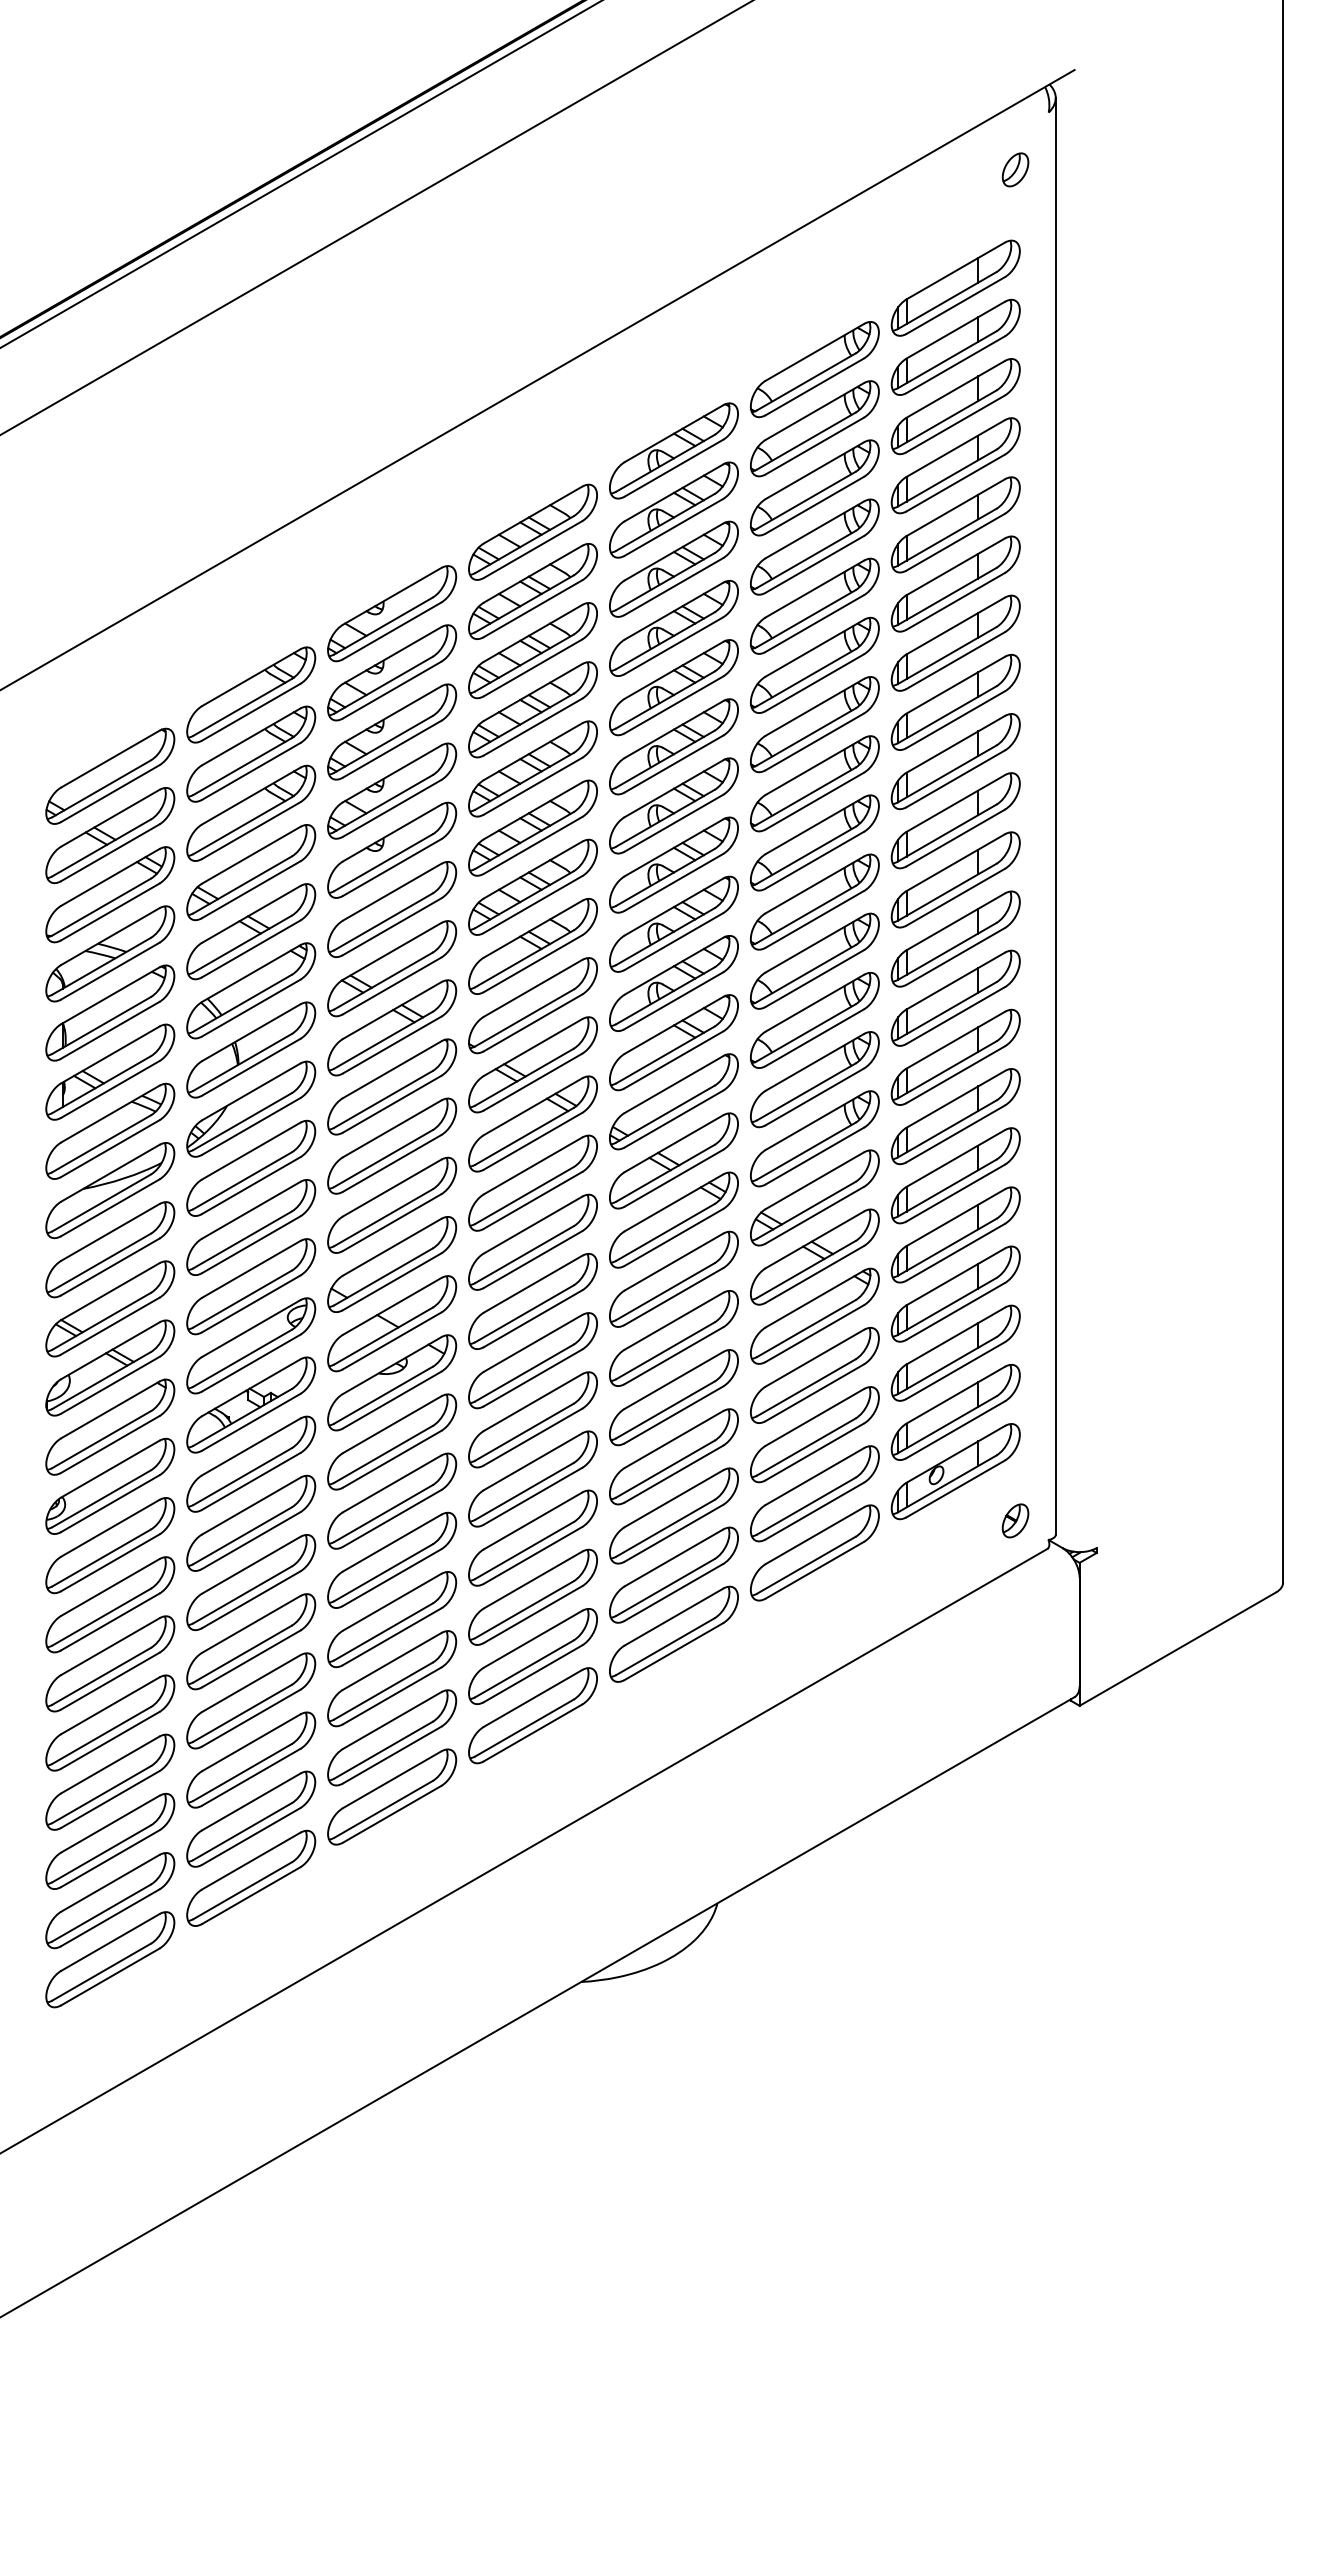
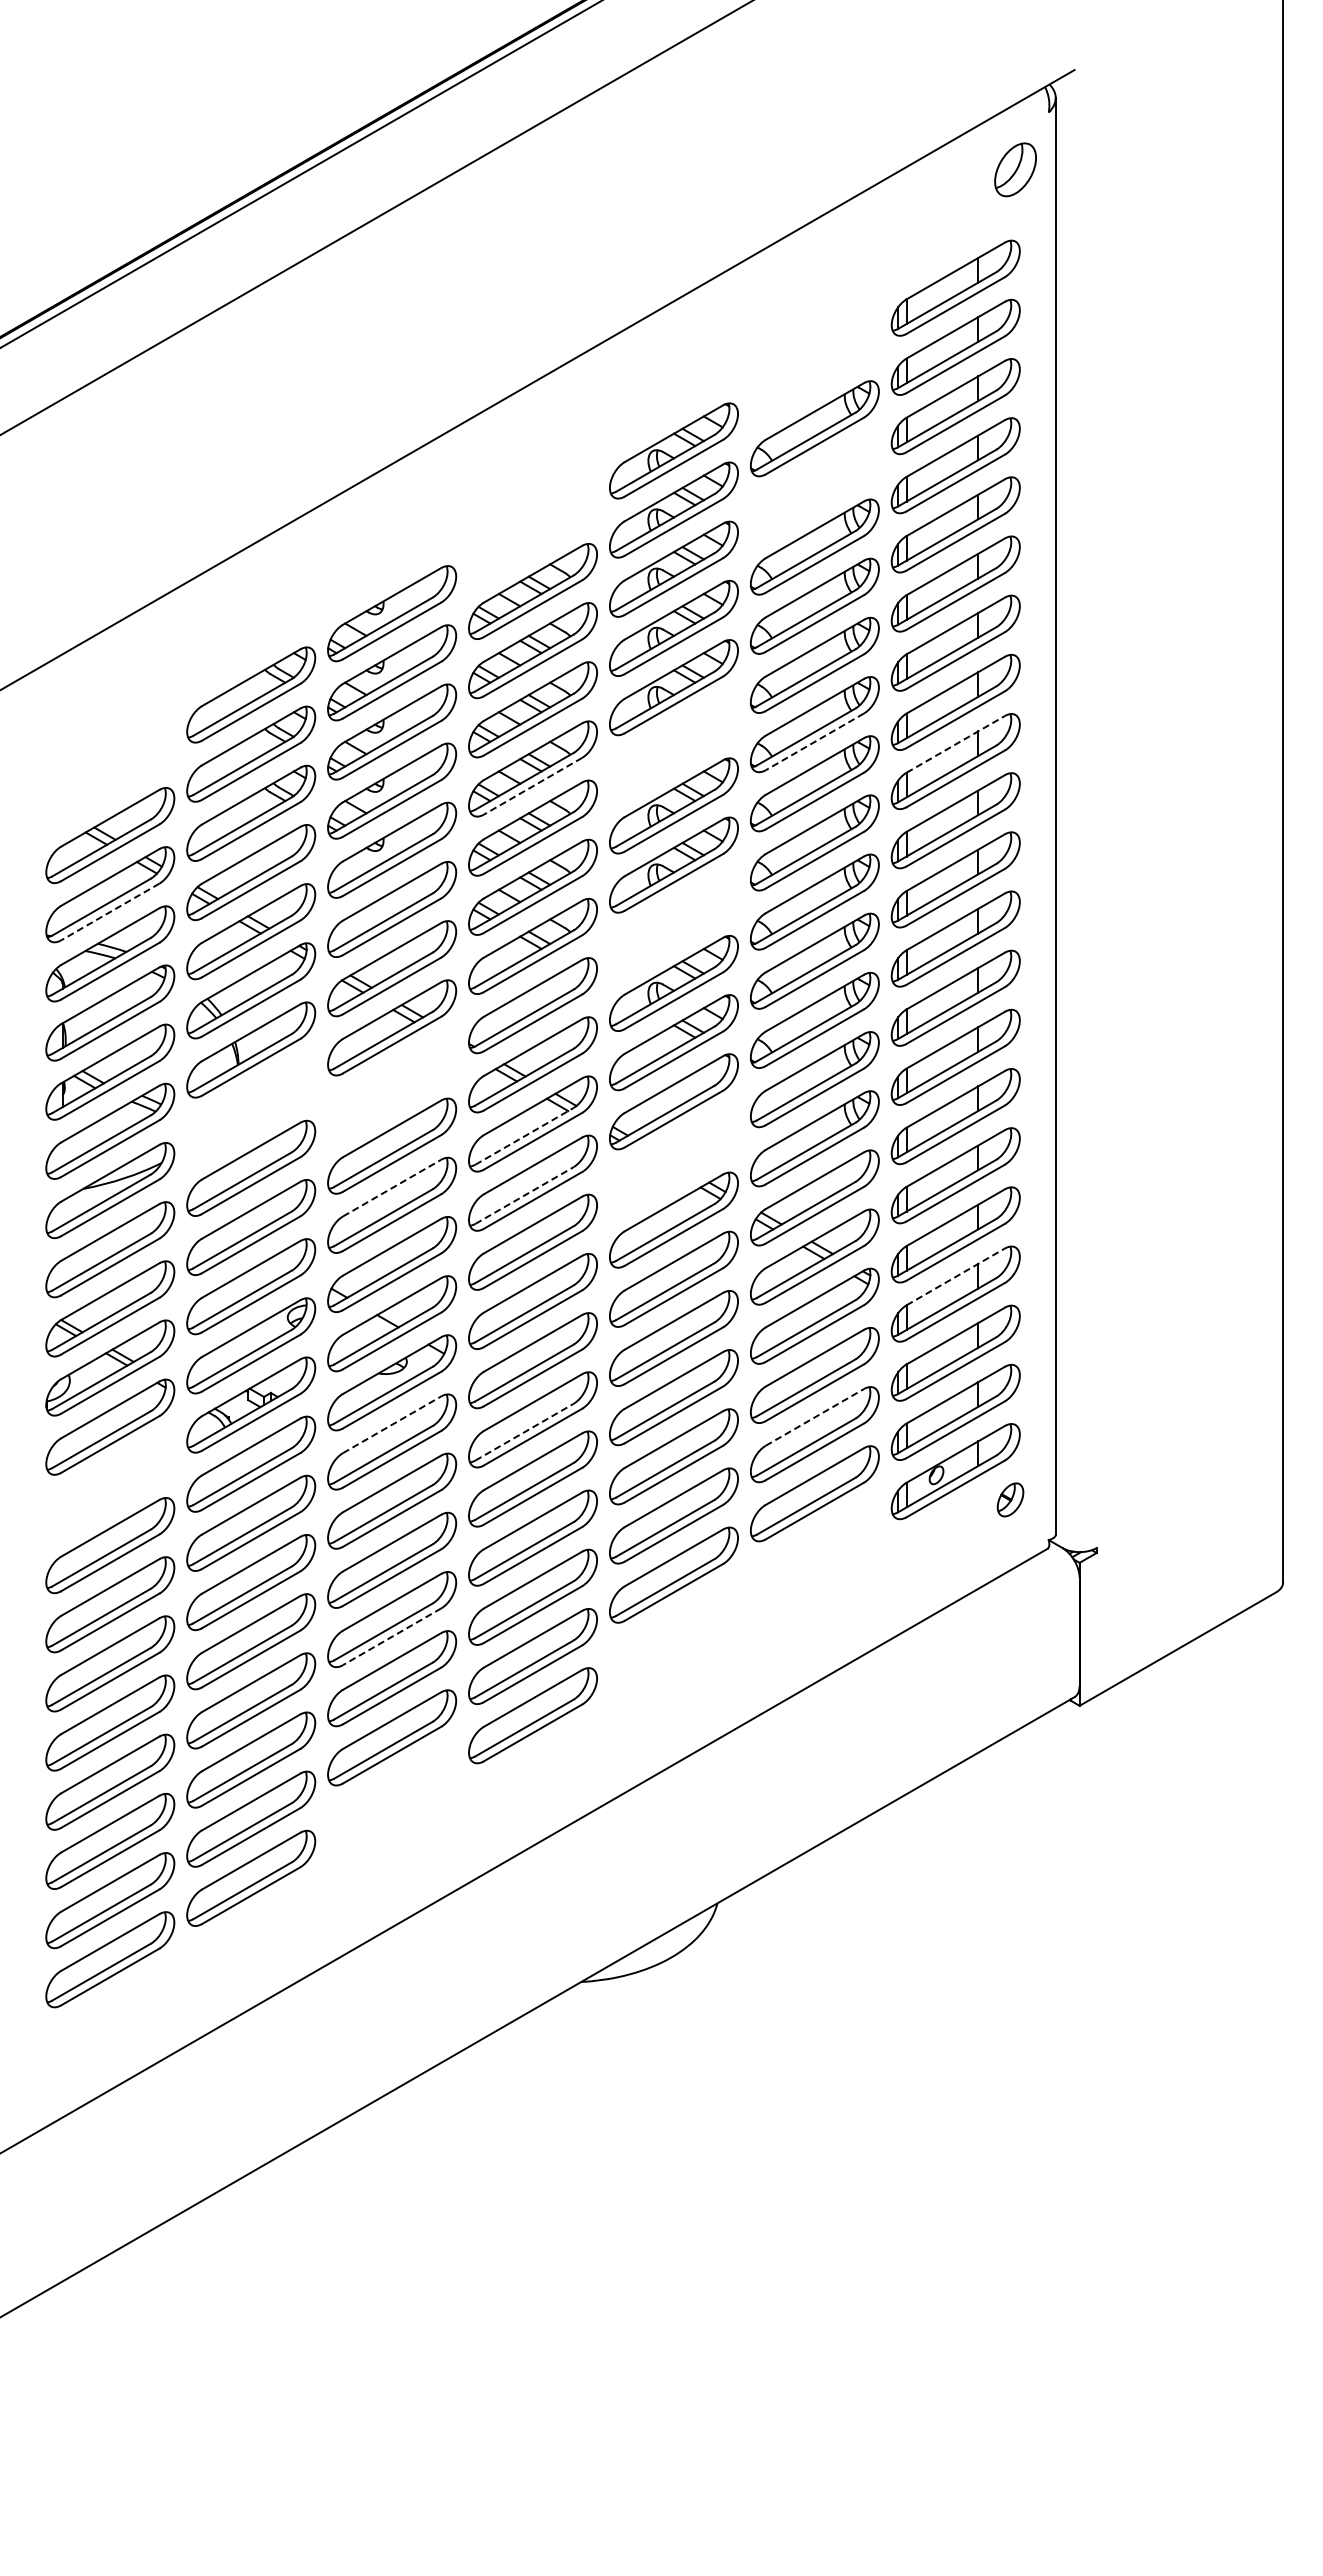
part at (1015, 169) size: 29x36 px -> 43x56 px
part at (814, 369): present -> none
part at (814, 487): present -> none
part at (532, 531): present -> none
line at (814, 741): solid -> dashed
line at (955, 744): solid -> dashed
part at (673, 746): present -> none
part at (110, 775): present -> none
line at (533, 786): solid -> dashed
line at (110, 912): solid -> dashed
part at (673, 923): present -> none
part at (392, 1086): present -> none
part at (251, 1108): present -> none
line at (524, 1136): solid -> dashed
part at (673, 1160): present -> none
line at (392, 1188): solid -> dashed
line at (524, 1195): solid -> dashed
line at (955, 1276): solid -> dashed
line at (814, 1417): solid -> dashed
line at (392, 1424): solid -> dashed
line at (524, 1432): solid -> dashed
part at (110, 1485): present -> none
part at (1015, 1520) position: (1015, 1520) -> (1010, 1499)
part at (814, 1552): present -> none
part at (673, 1633): present -> none
line at (392, 1636): solid -> dashed
part at (392, 1796): present -> none
